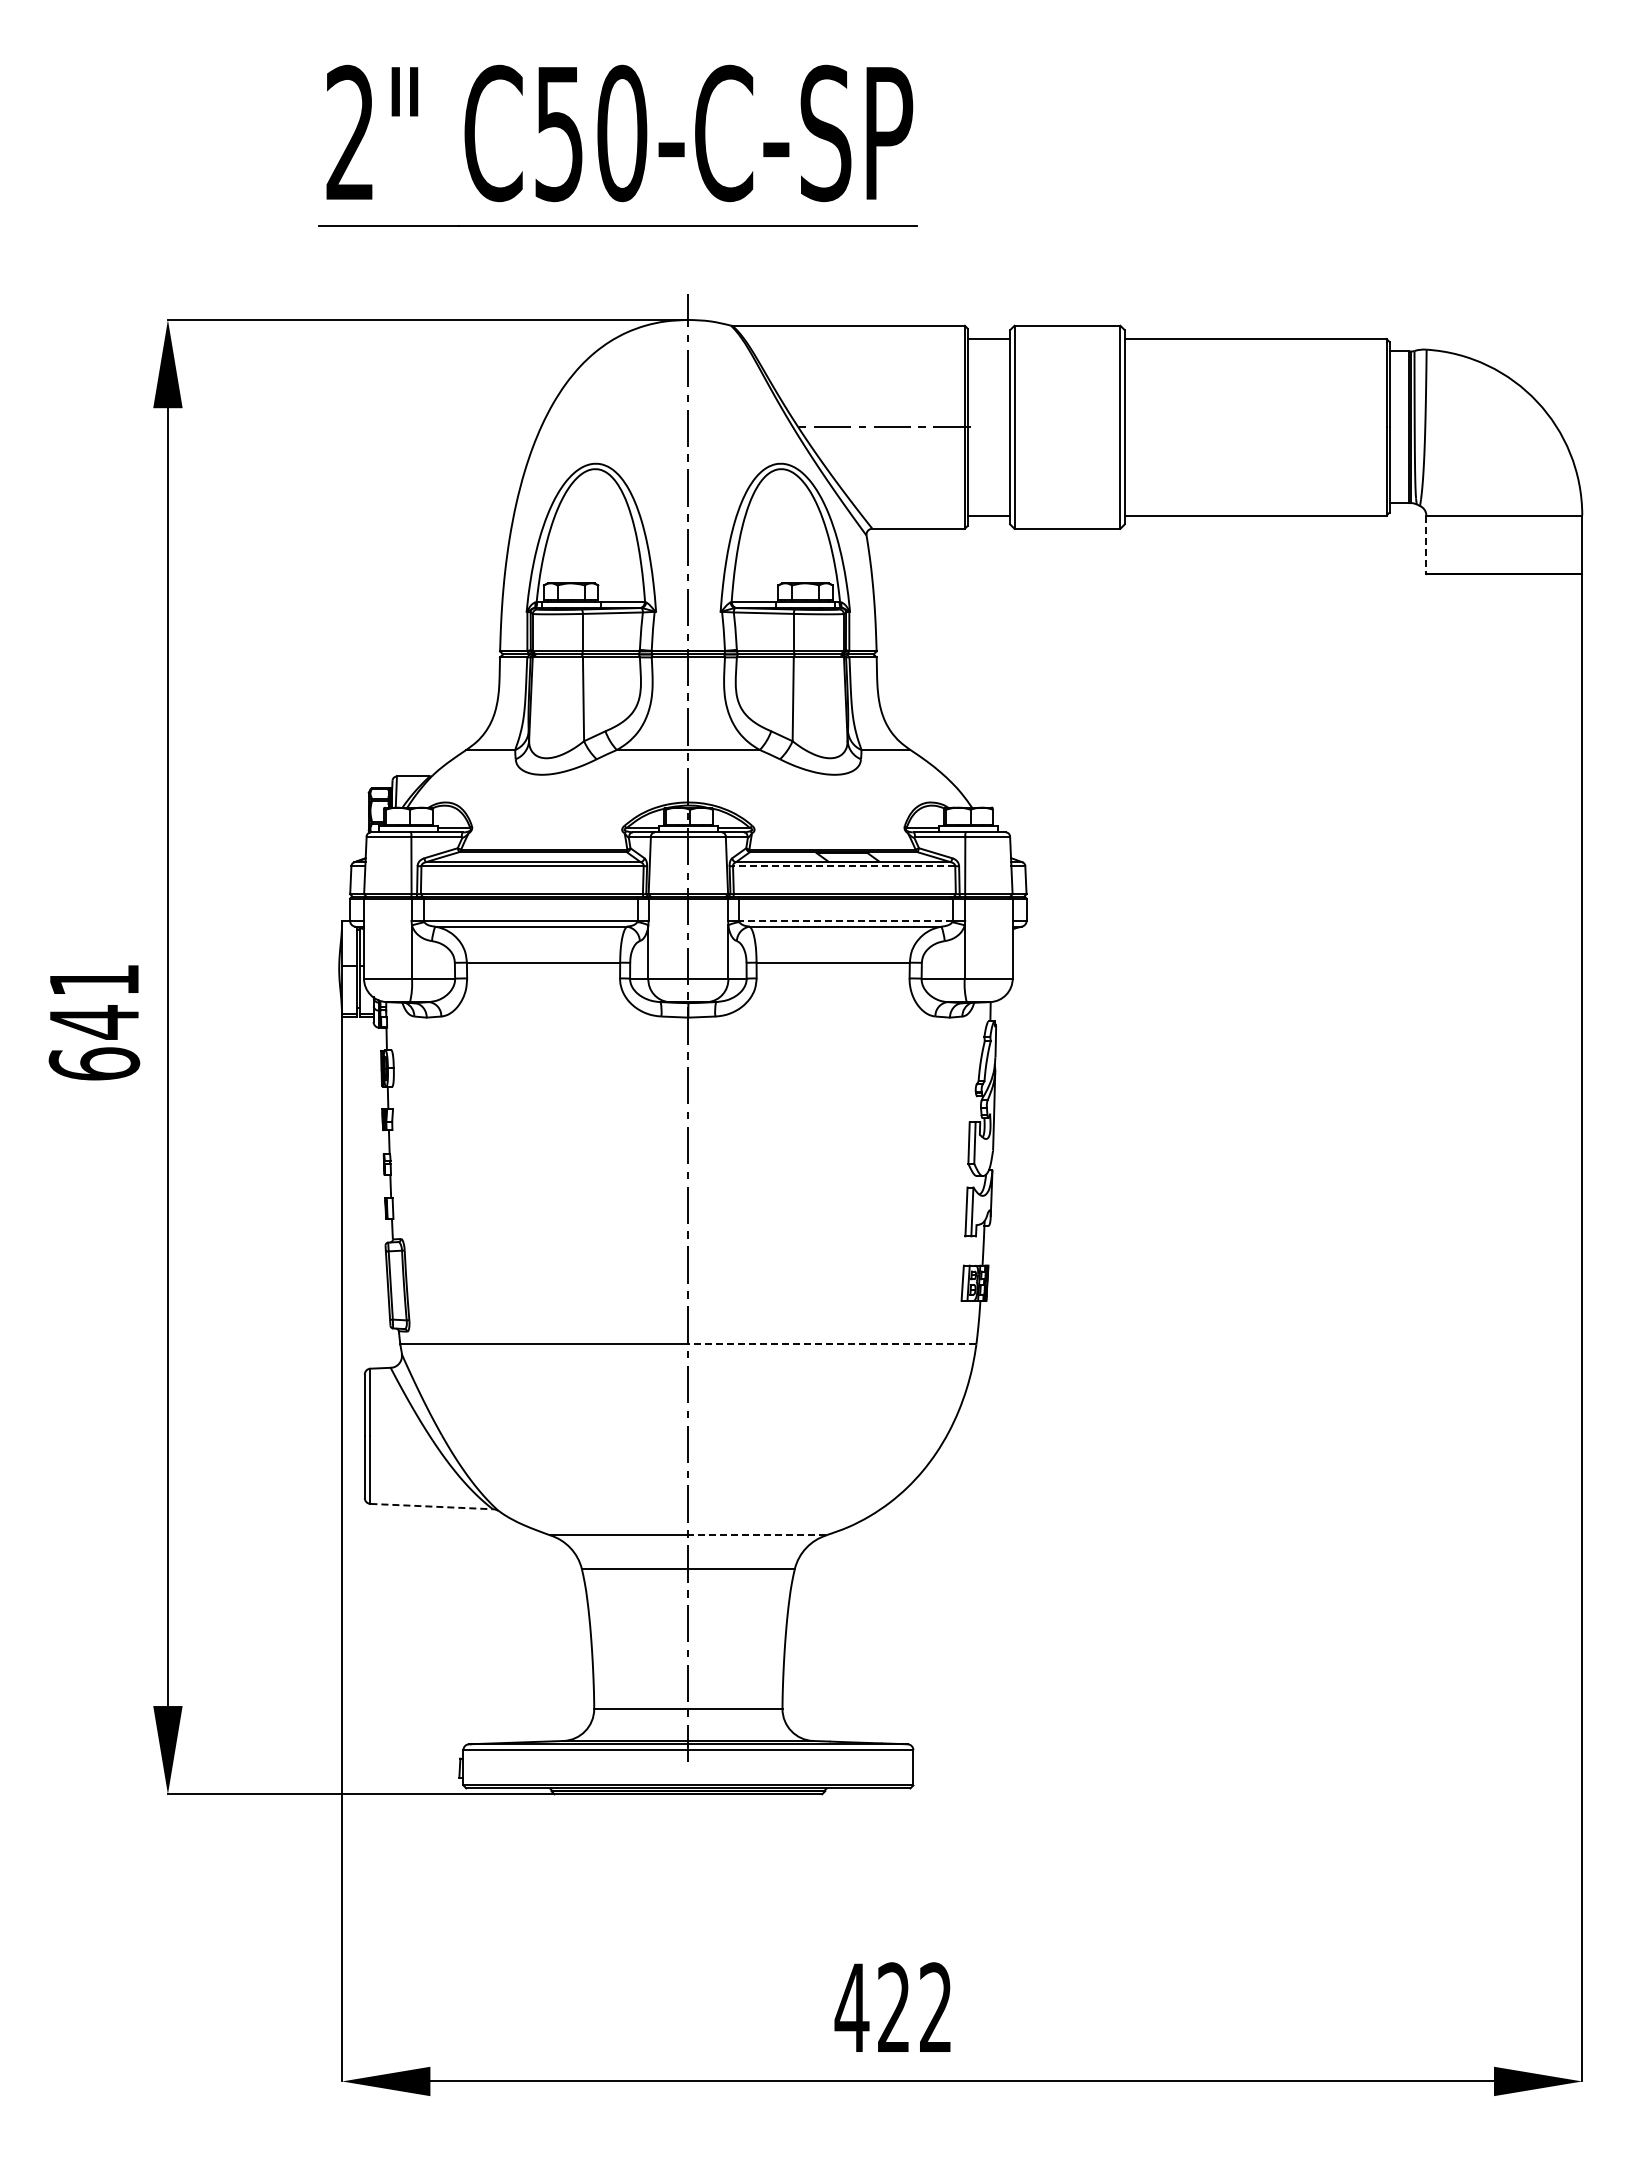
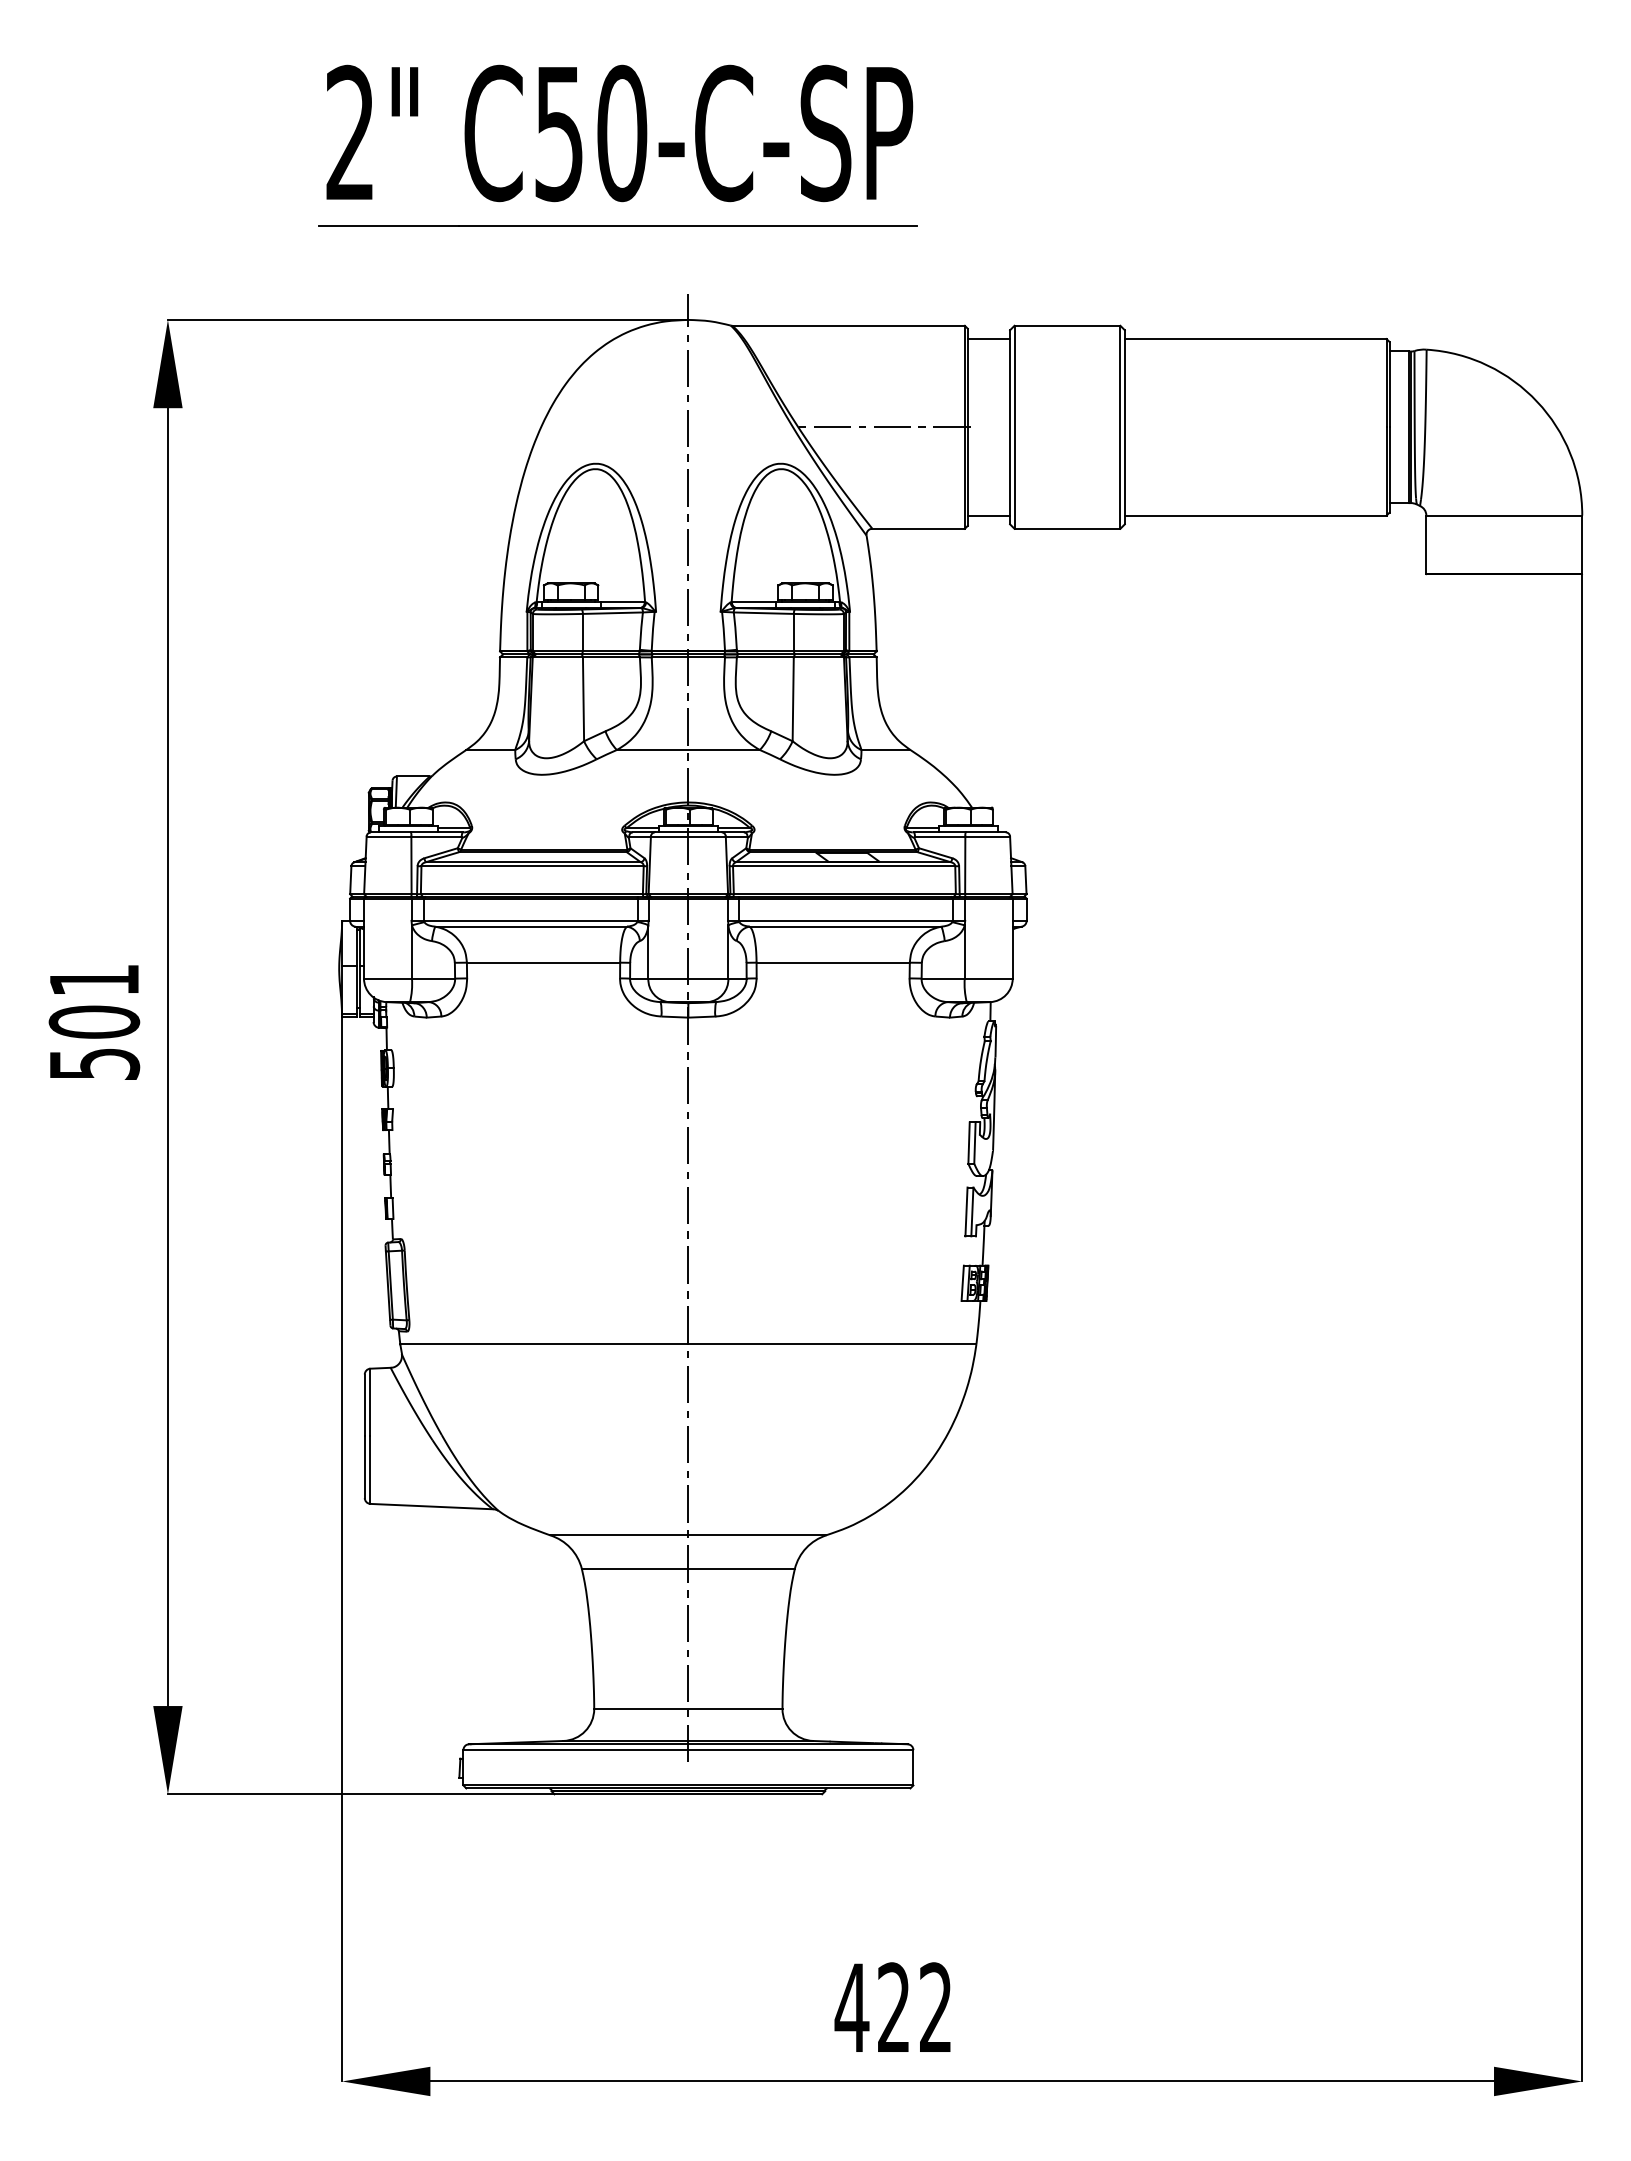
line at (1426, 545): dashed -> solid
line at (843, 866): dashed -> solid
line at (845, 920): dashed -> solid
text at (94, 1042): 641 -> 501
line at (831, 1344): dashed -> solid
line at (432, 1506): dashed -> solid
line at (756, 1535): dashed -> solid
